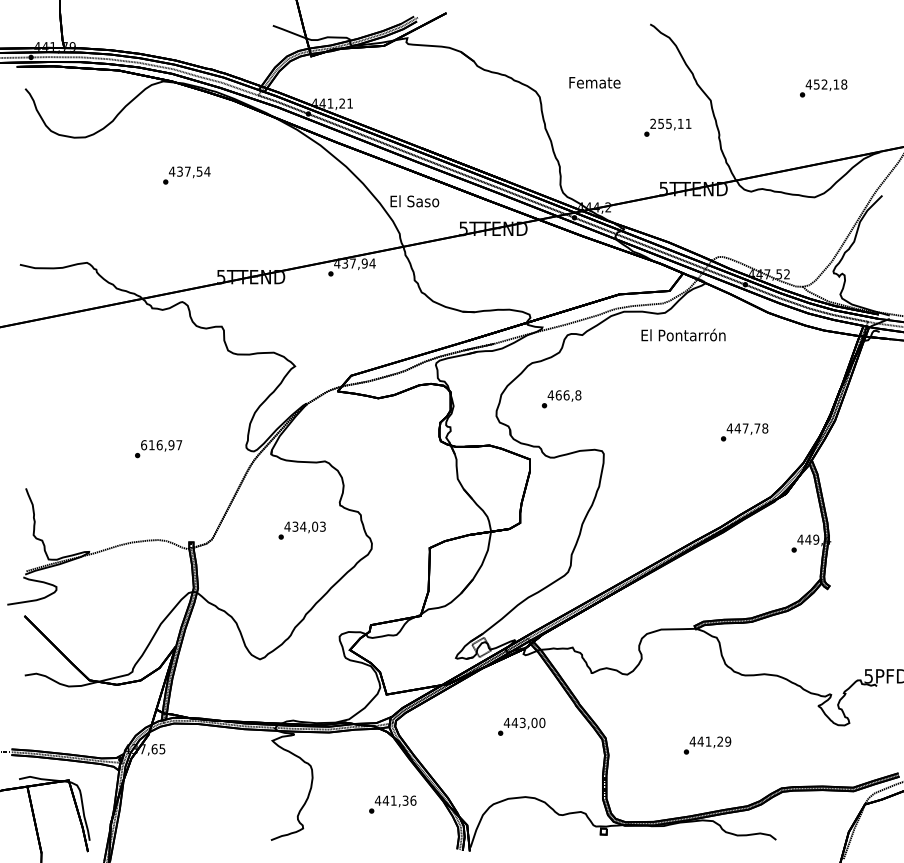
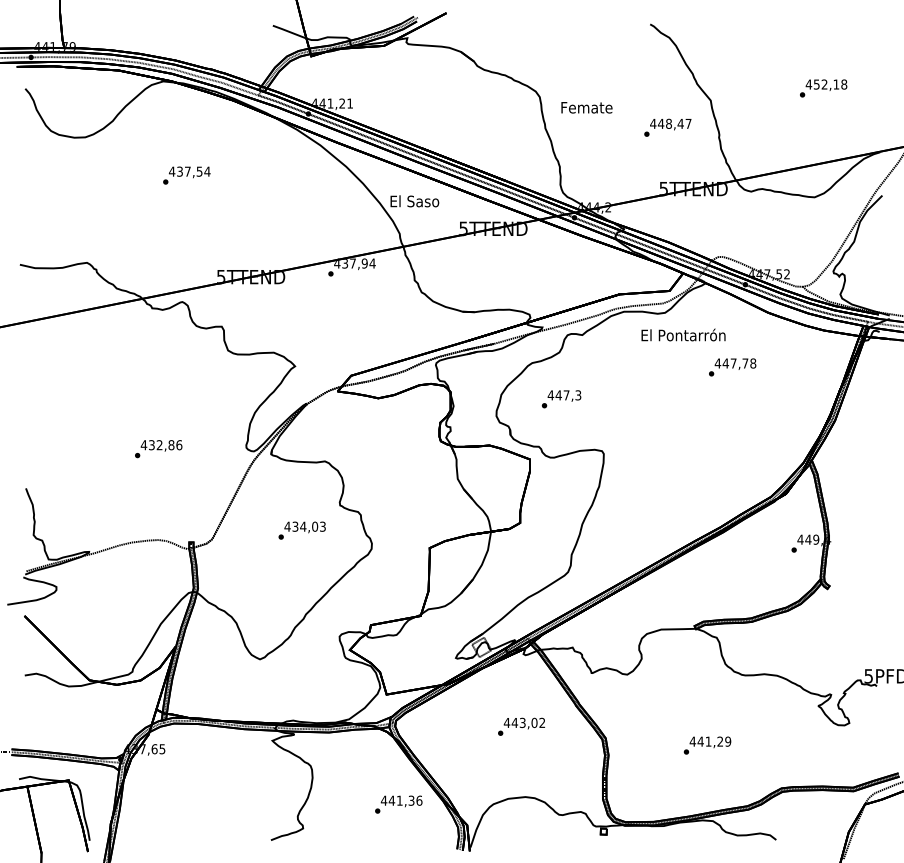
text at (594, 82) position: (594, 82) -> (586, 107)
text at (670, 123): 255,11 -> 448,47
text at (568, 395): 466,8 -> 447,3
text at (744, 432) position: (744, 432) -> (732, 367)
text at (161, 445): 616,97 -> 432,86
text at (542, 722): 443,00 -> 443,02
text at (392, 804) position: (392, 804) -> (398, 804)
